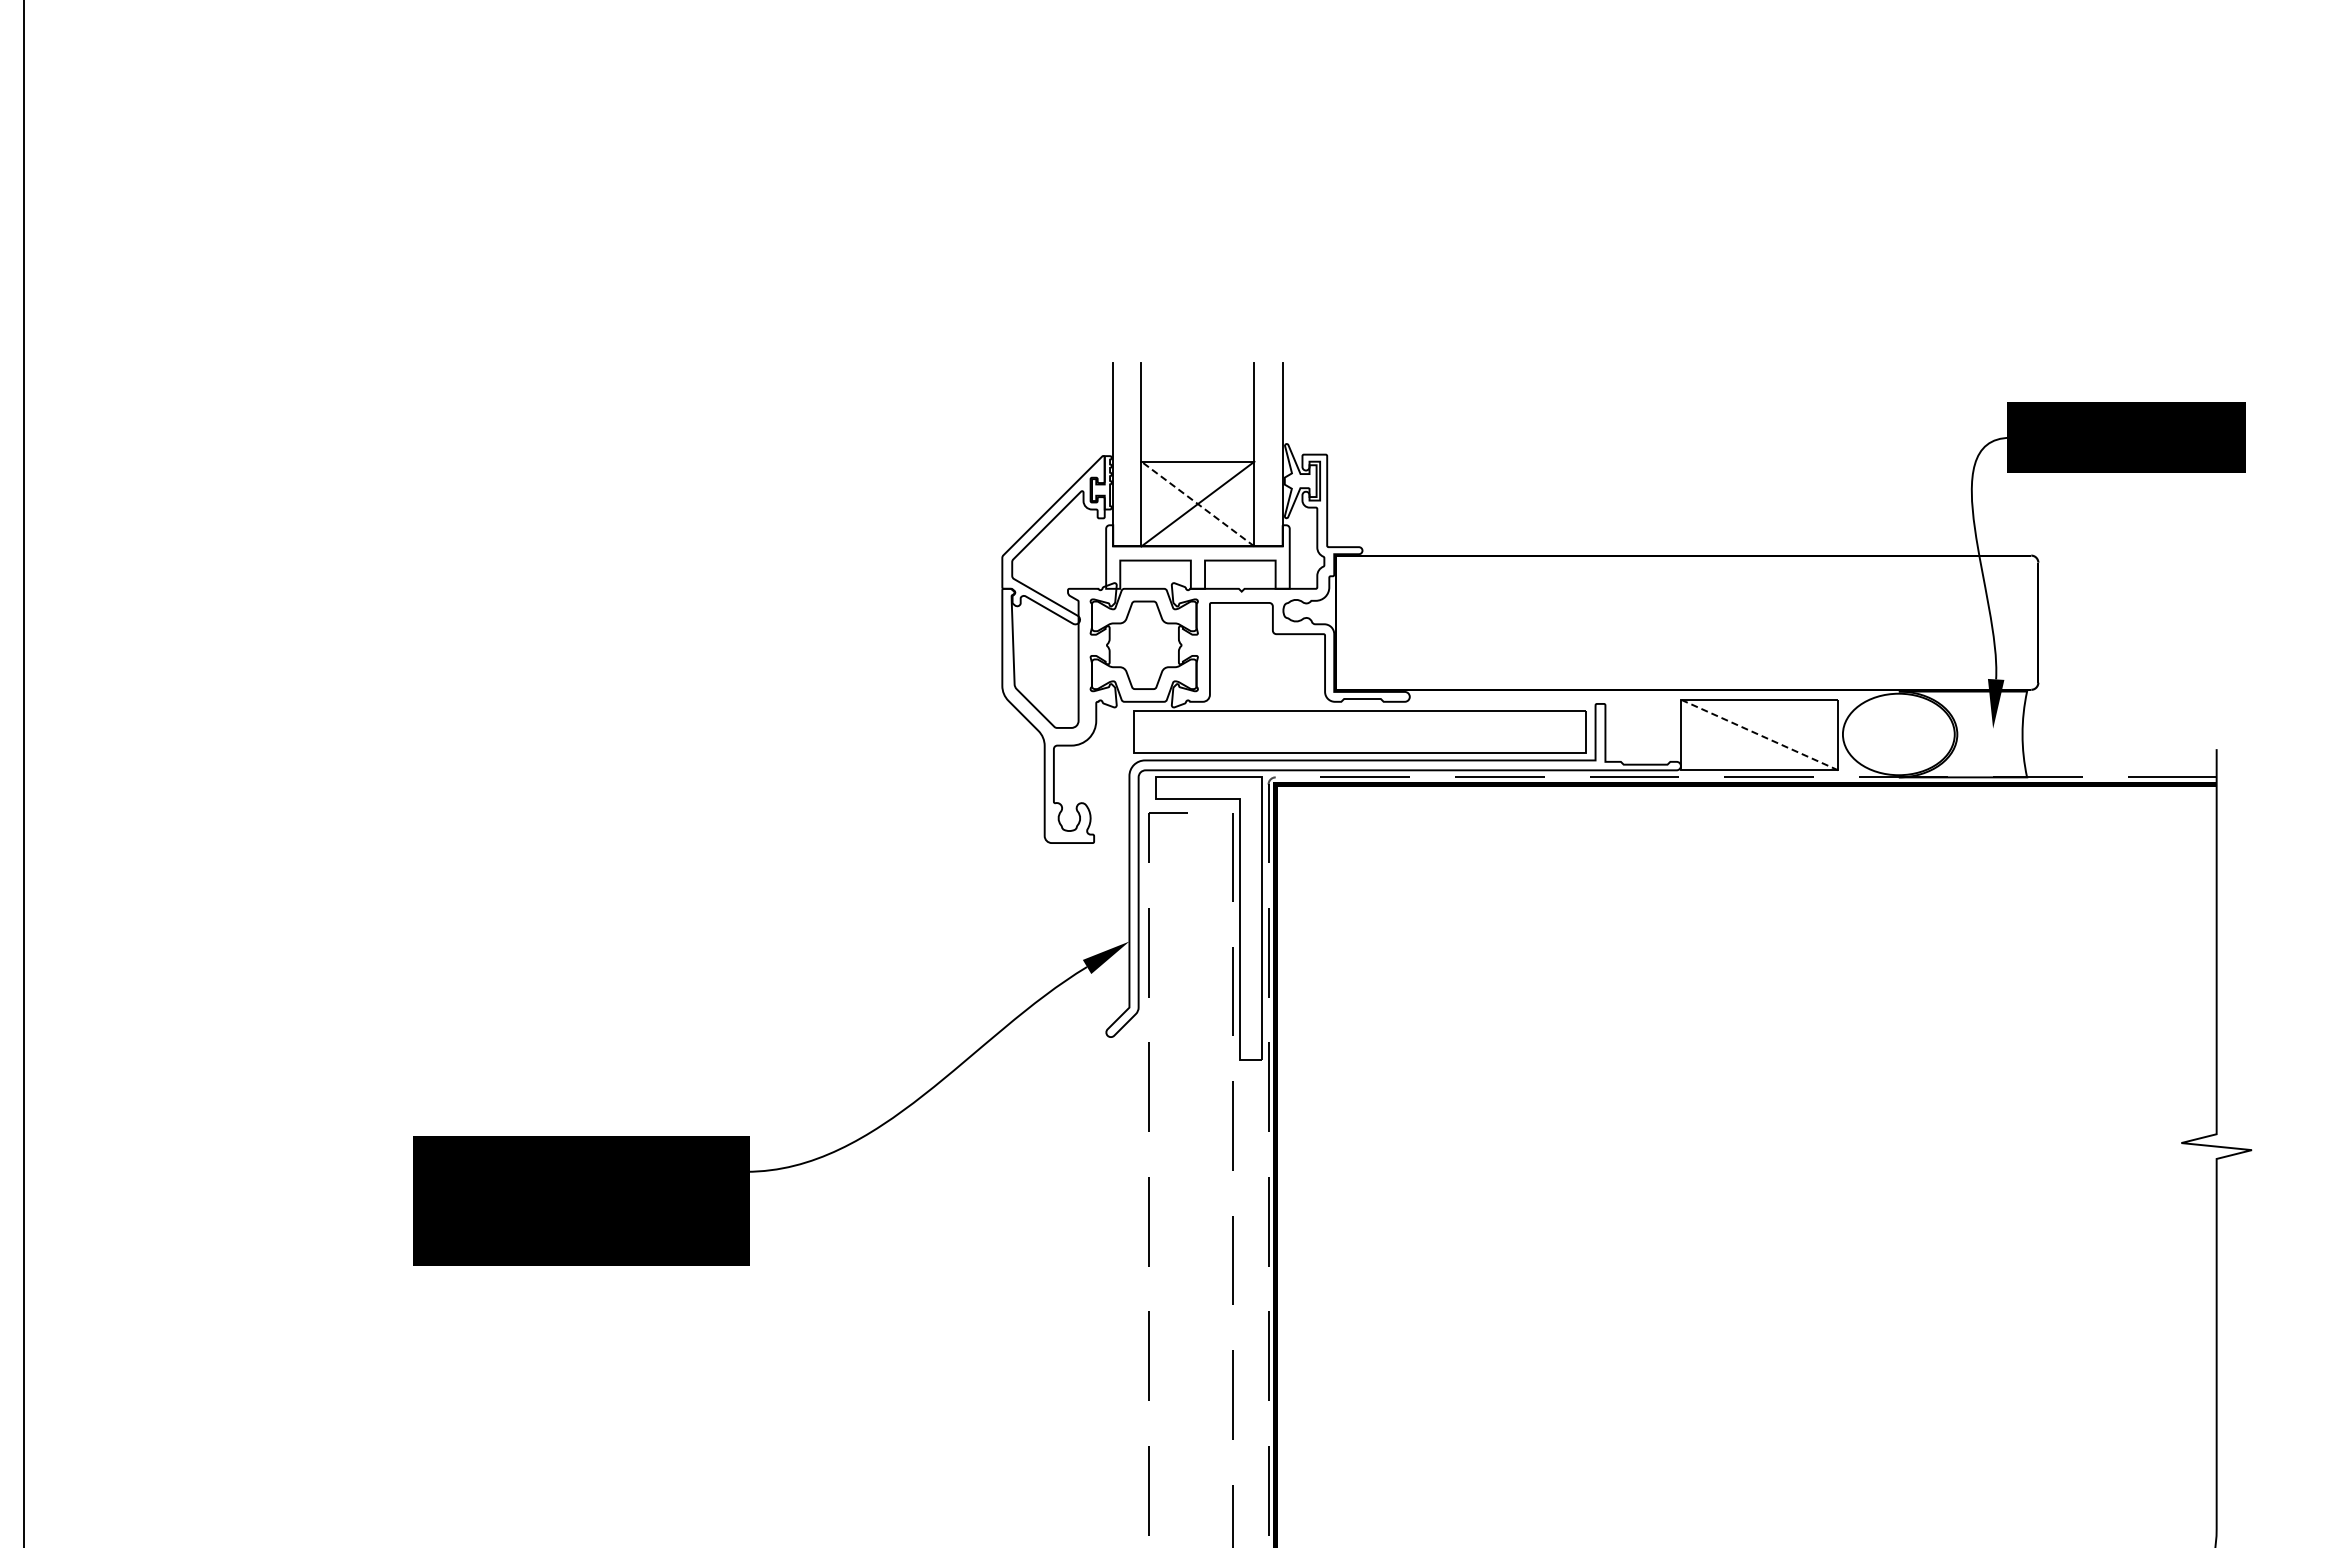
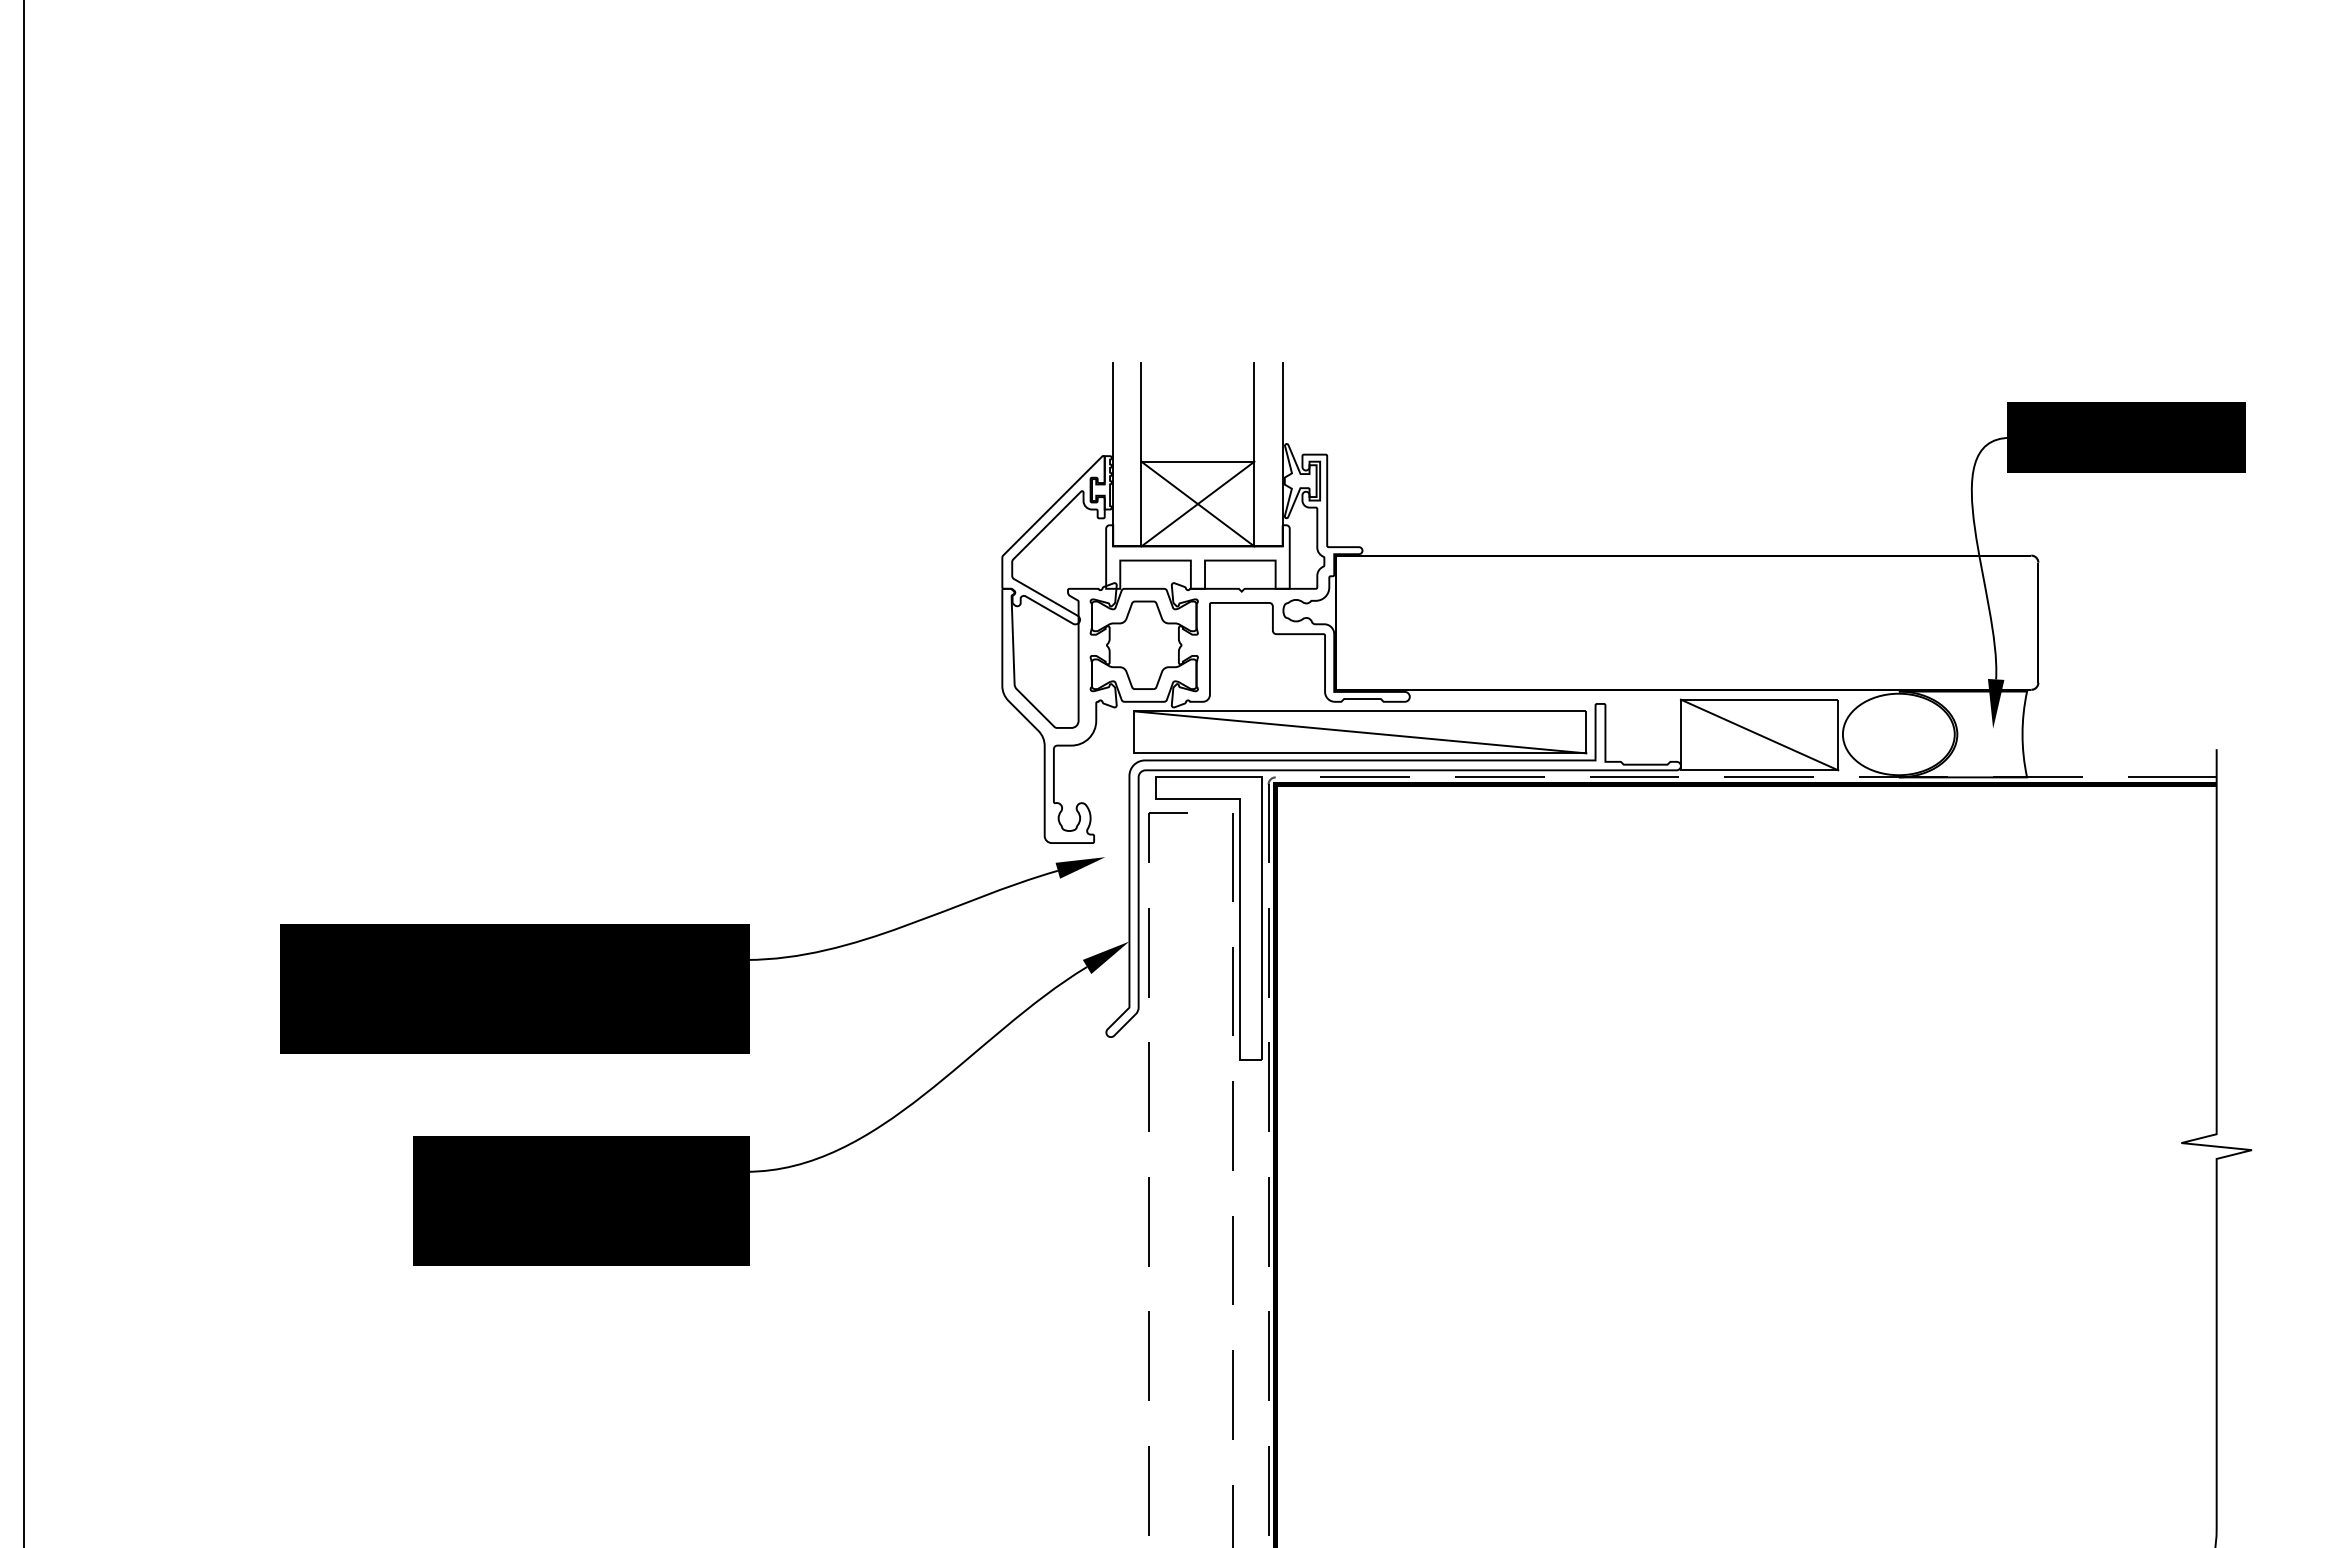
line at (1197, 504): dashed -> solid
line at (1360, 732): none -> present
line at (1759, 734): dashed -> solid
part at (692, 955): none -> present
